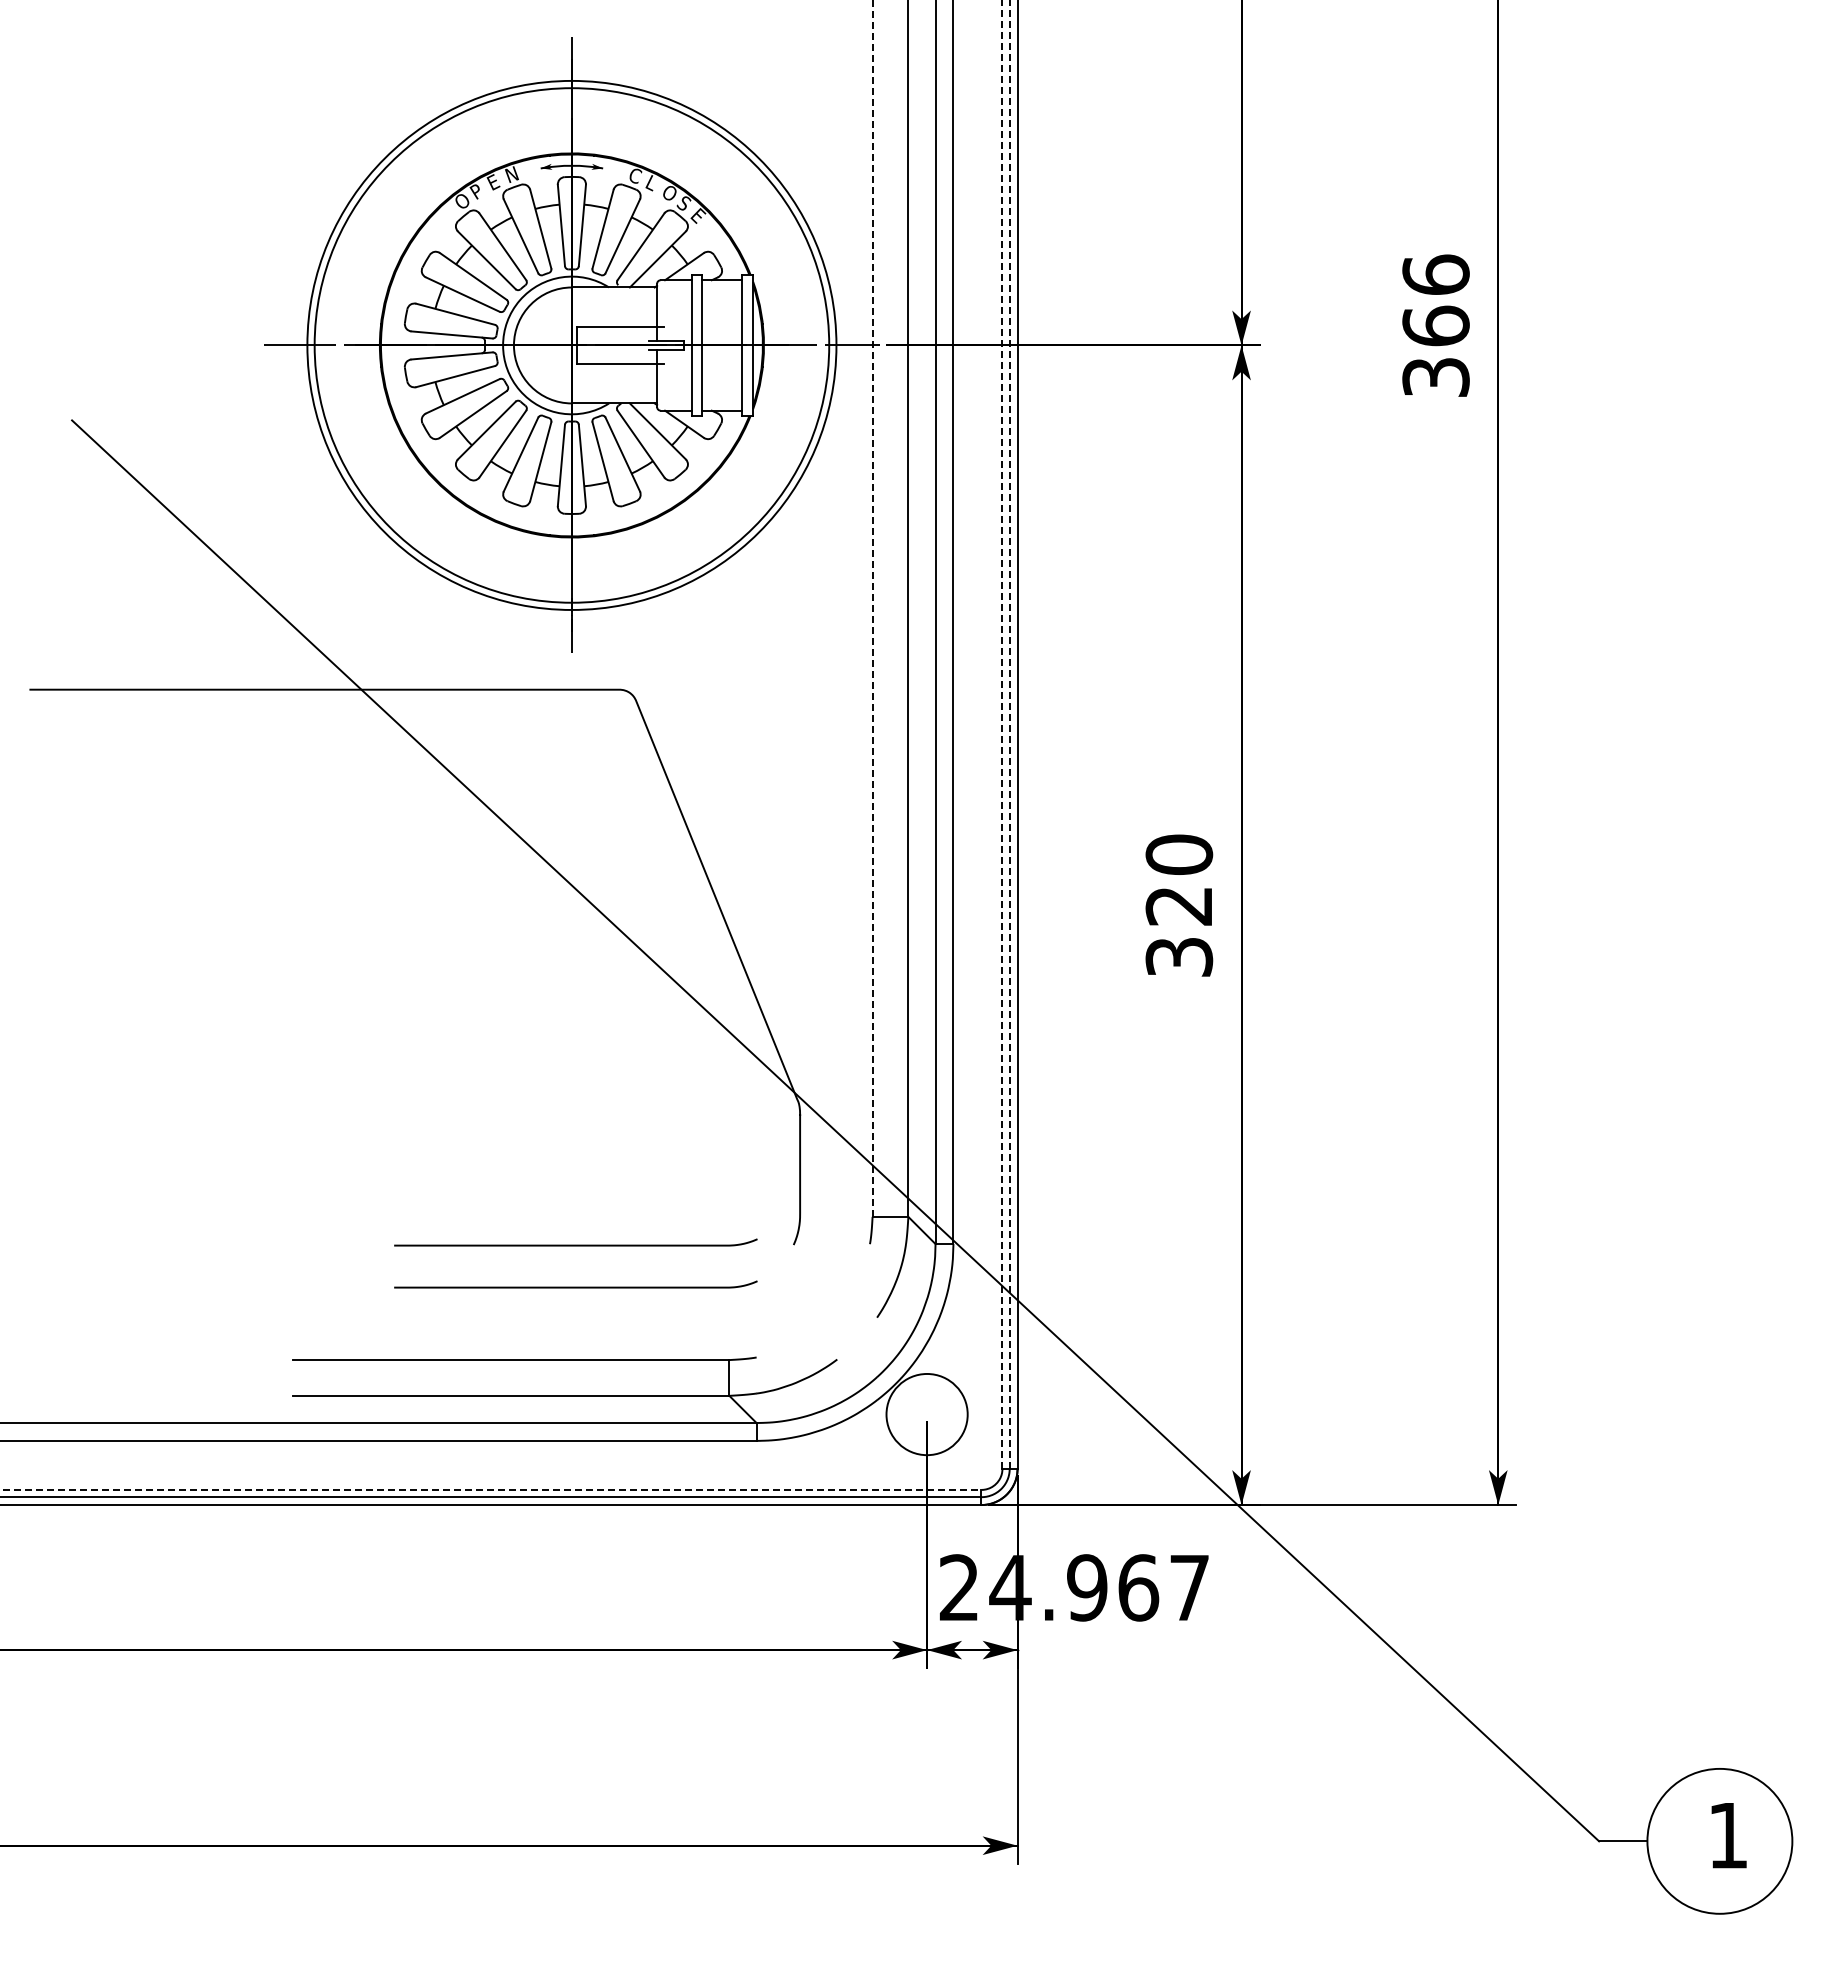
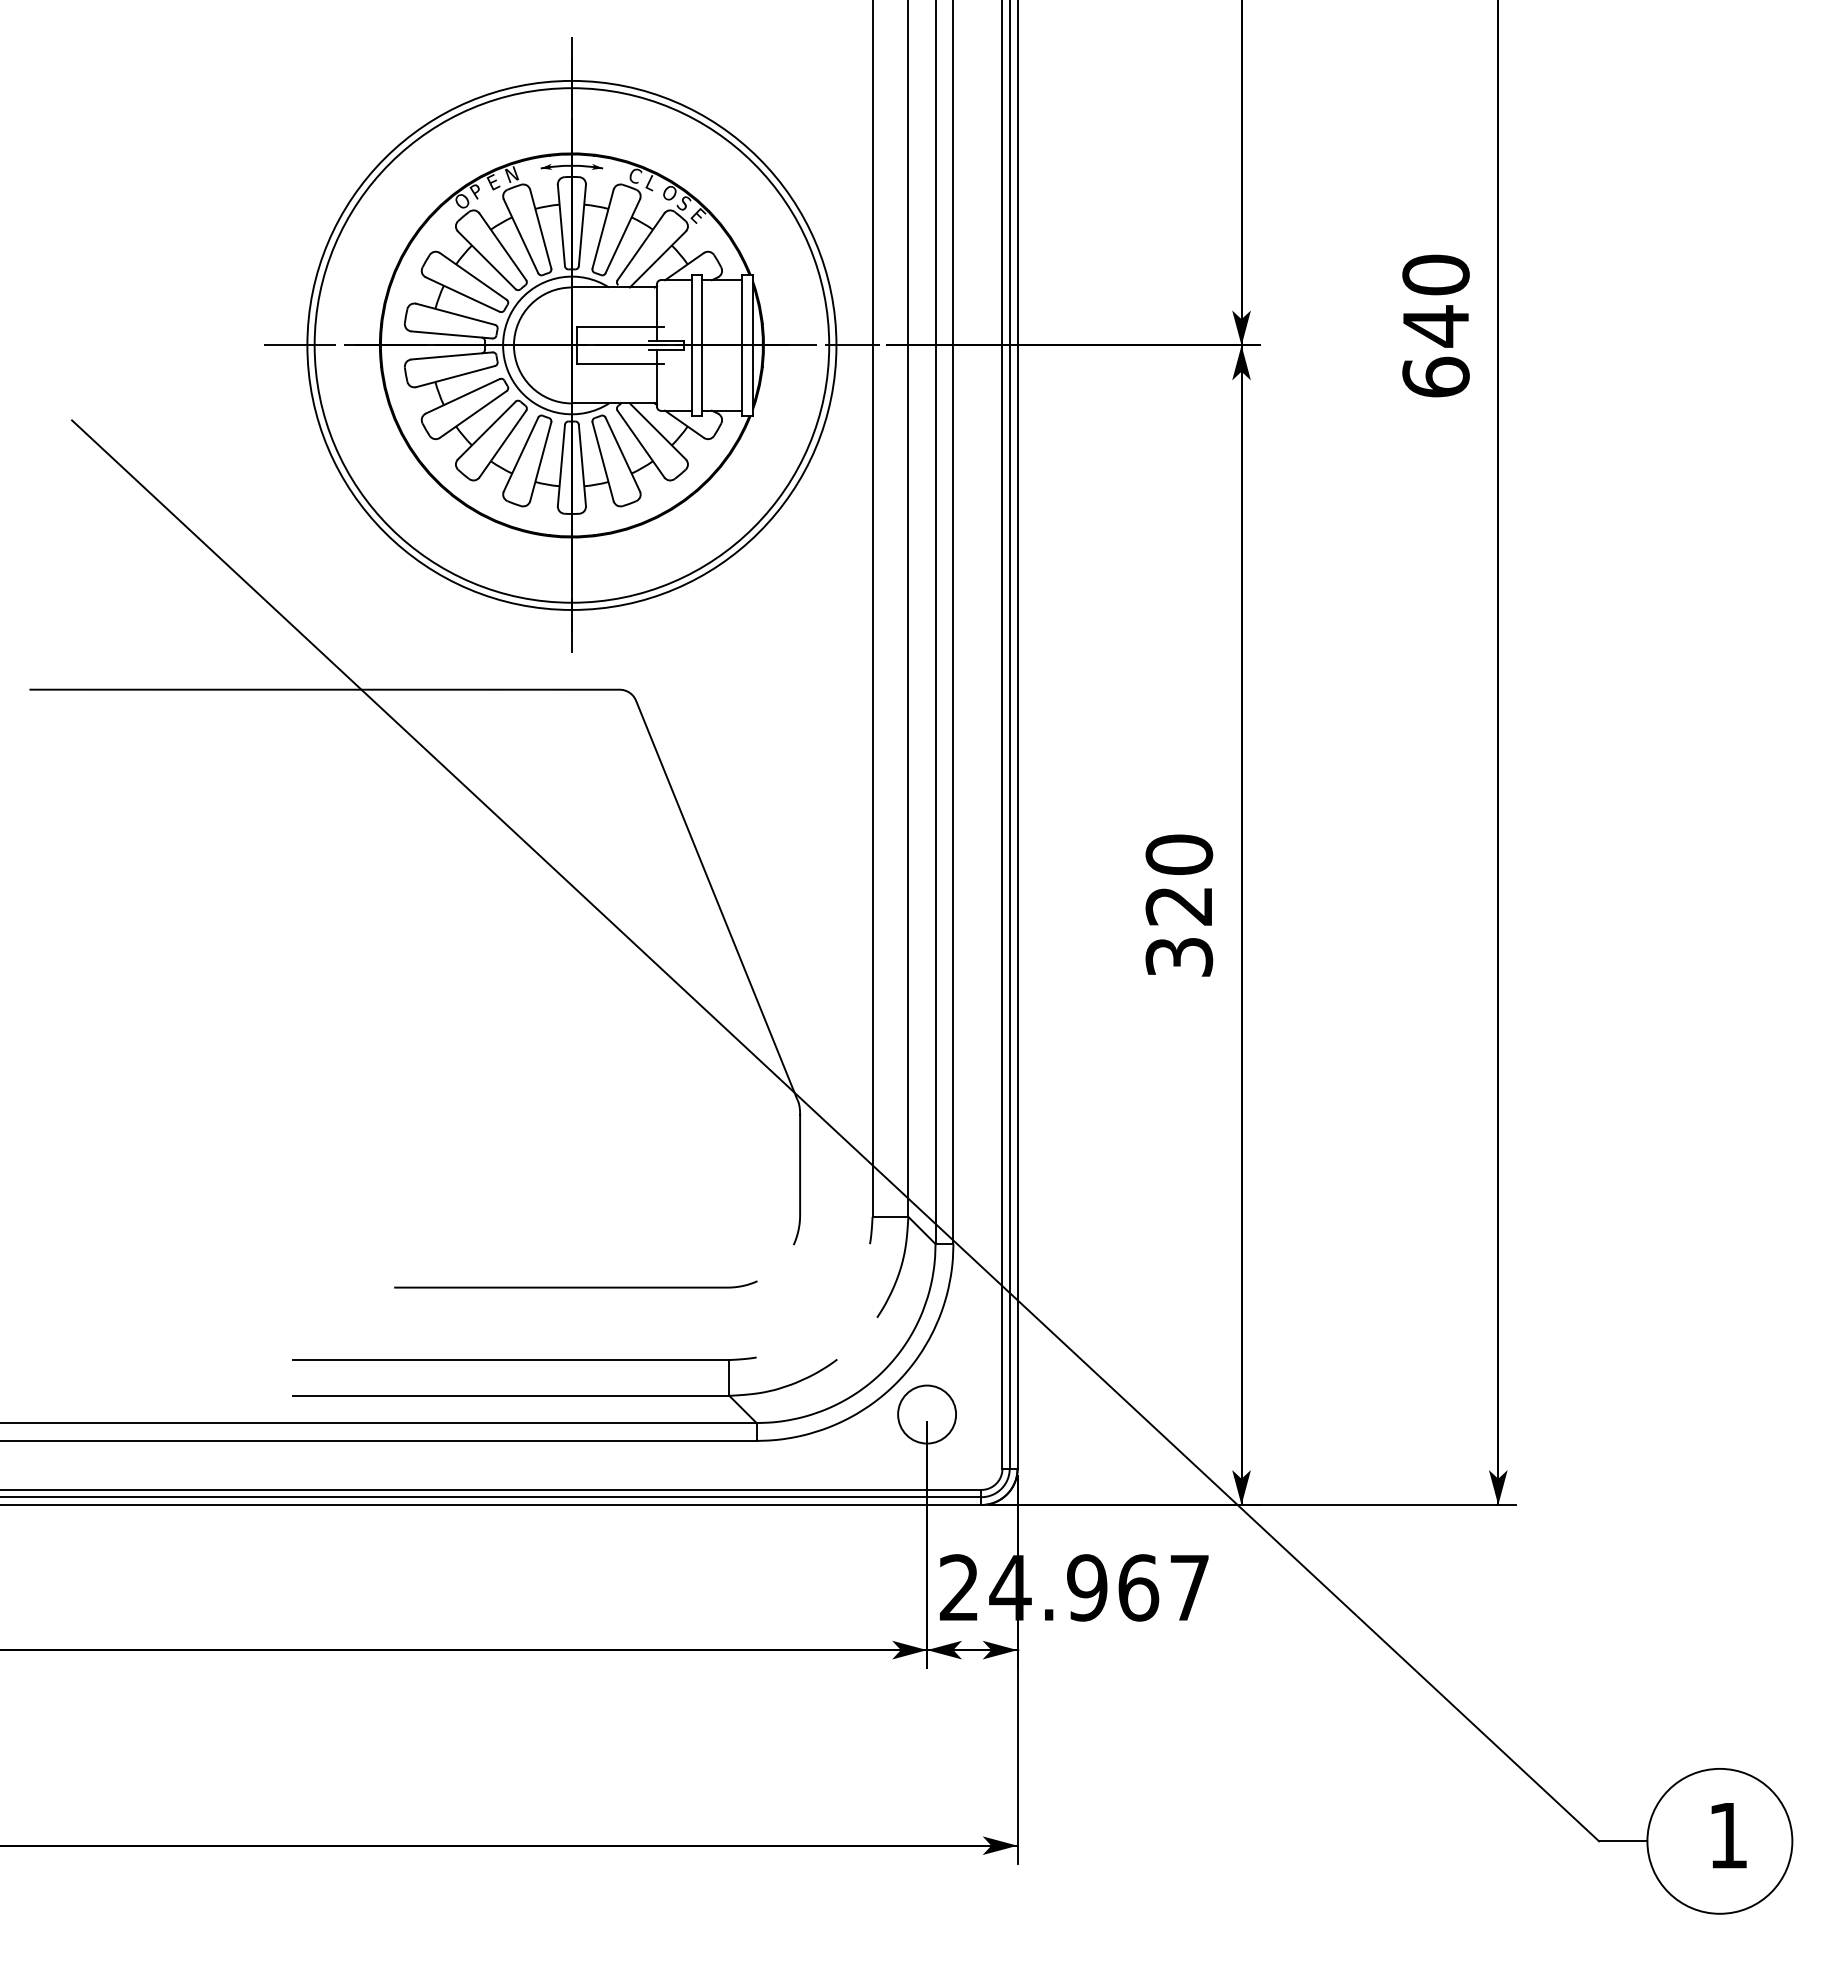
text at (1435, 325): 366 -> 640
line at (872, 608): dashed -> solid
line at (1002, 734): dashed -> solid
line at (1009, 734): dashed -> solid
curve at (575, 1244): present -> none
circle at (926, 1414) diameter: 81 px -> 58 px
line at (491, 1489): dashed -> solid
